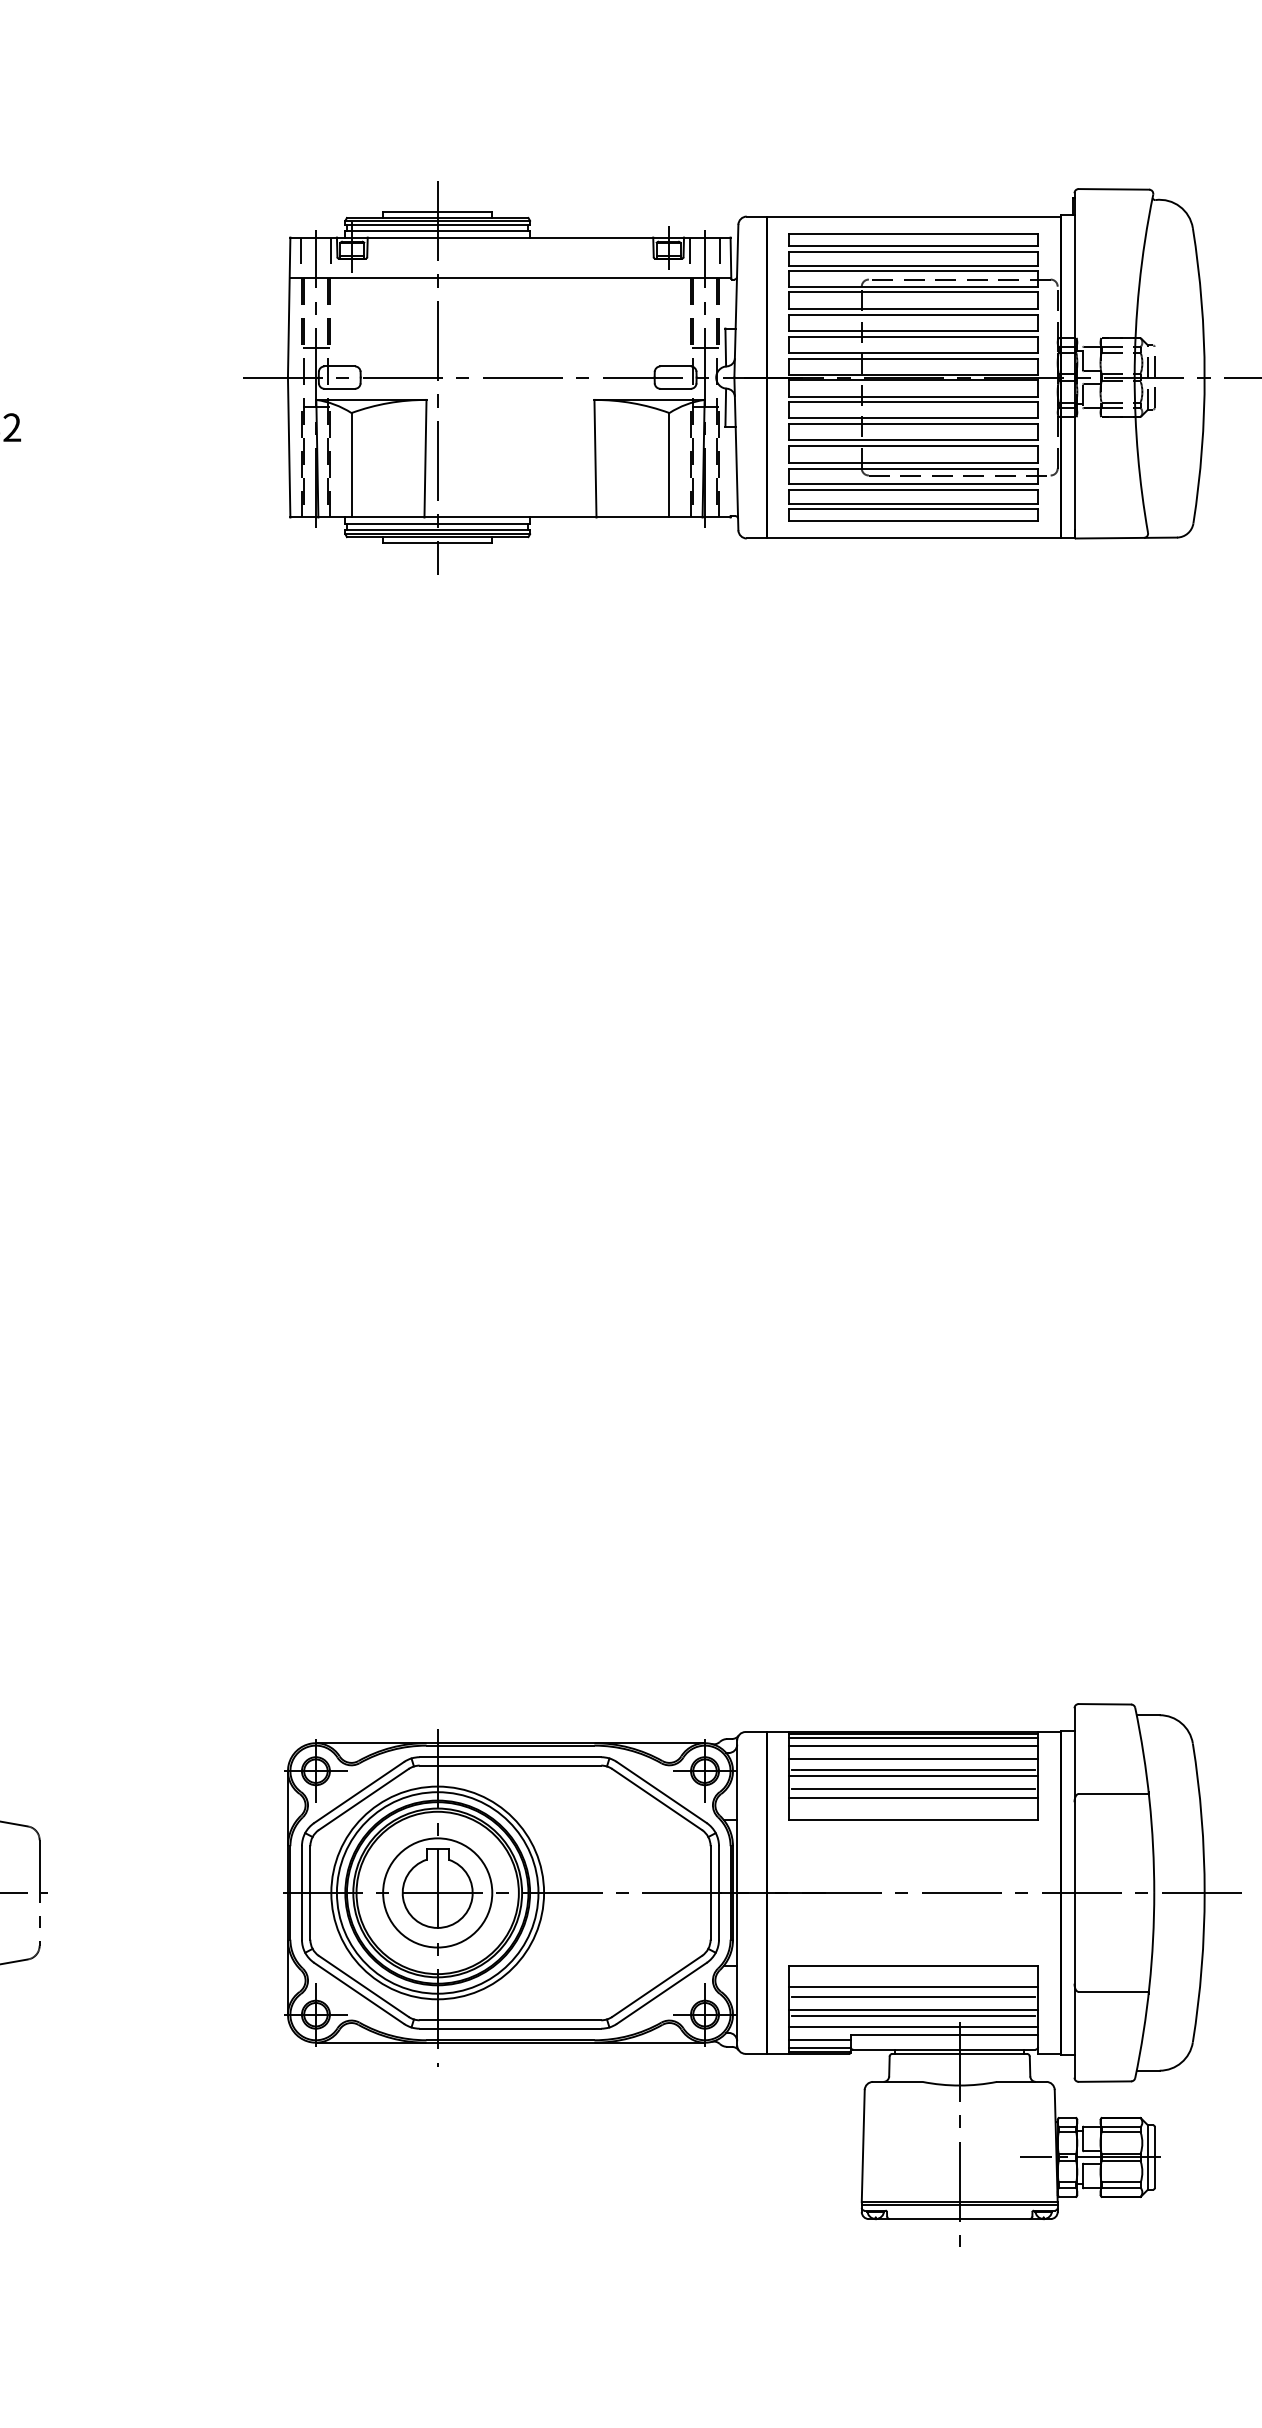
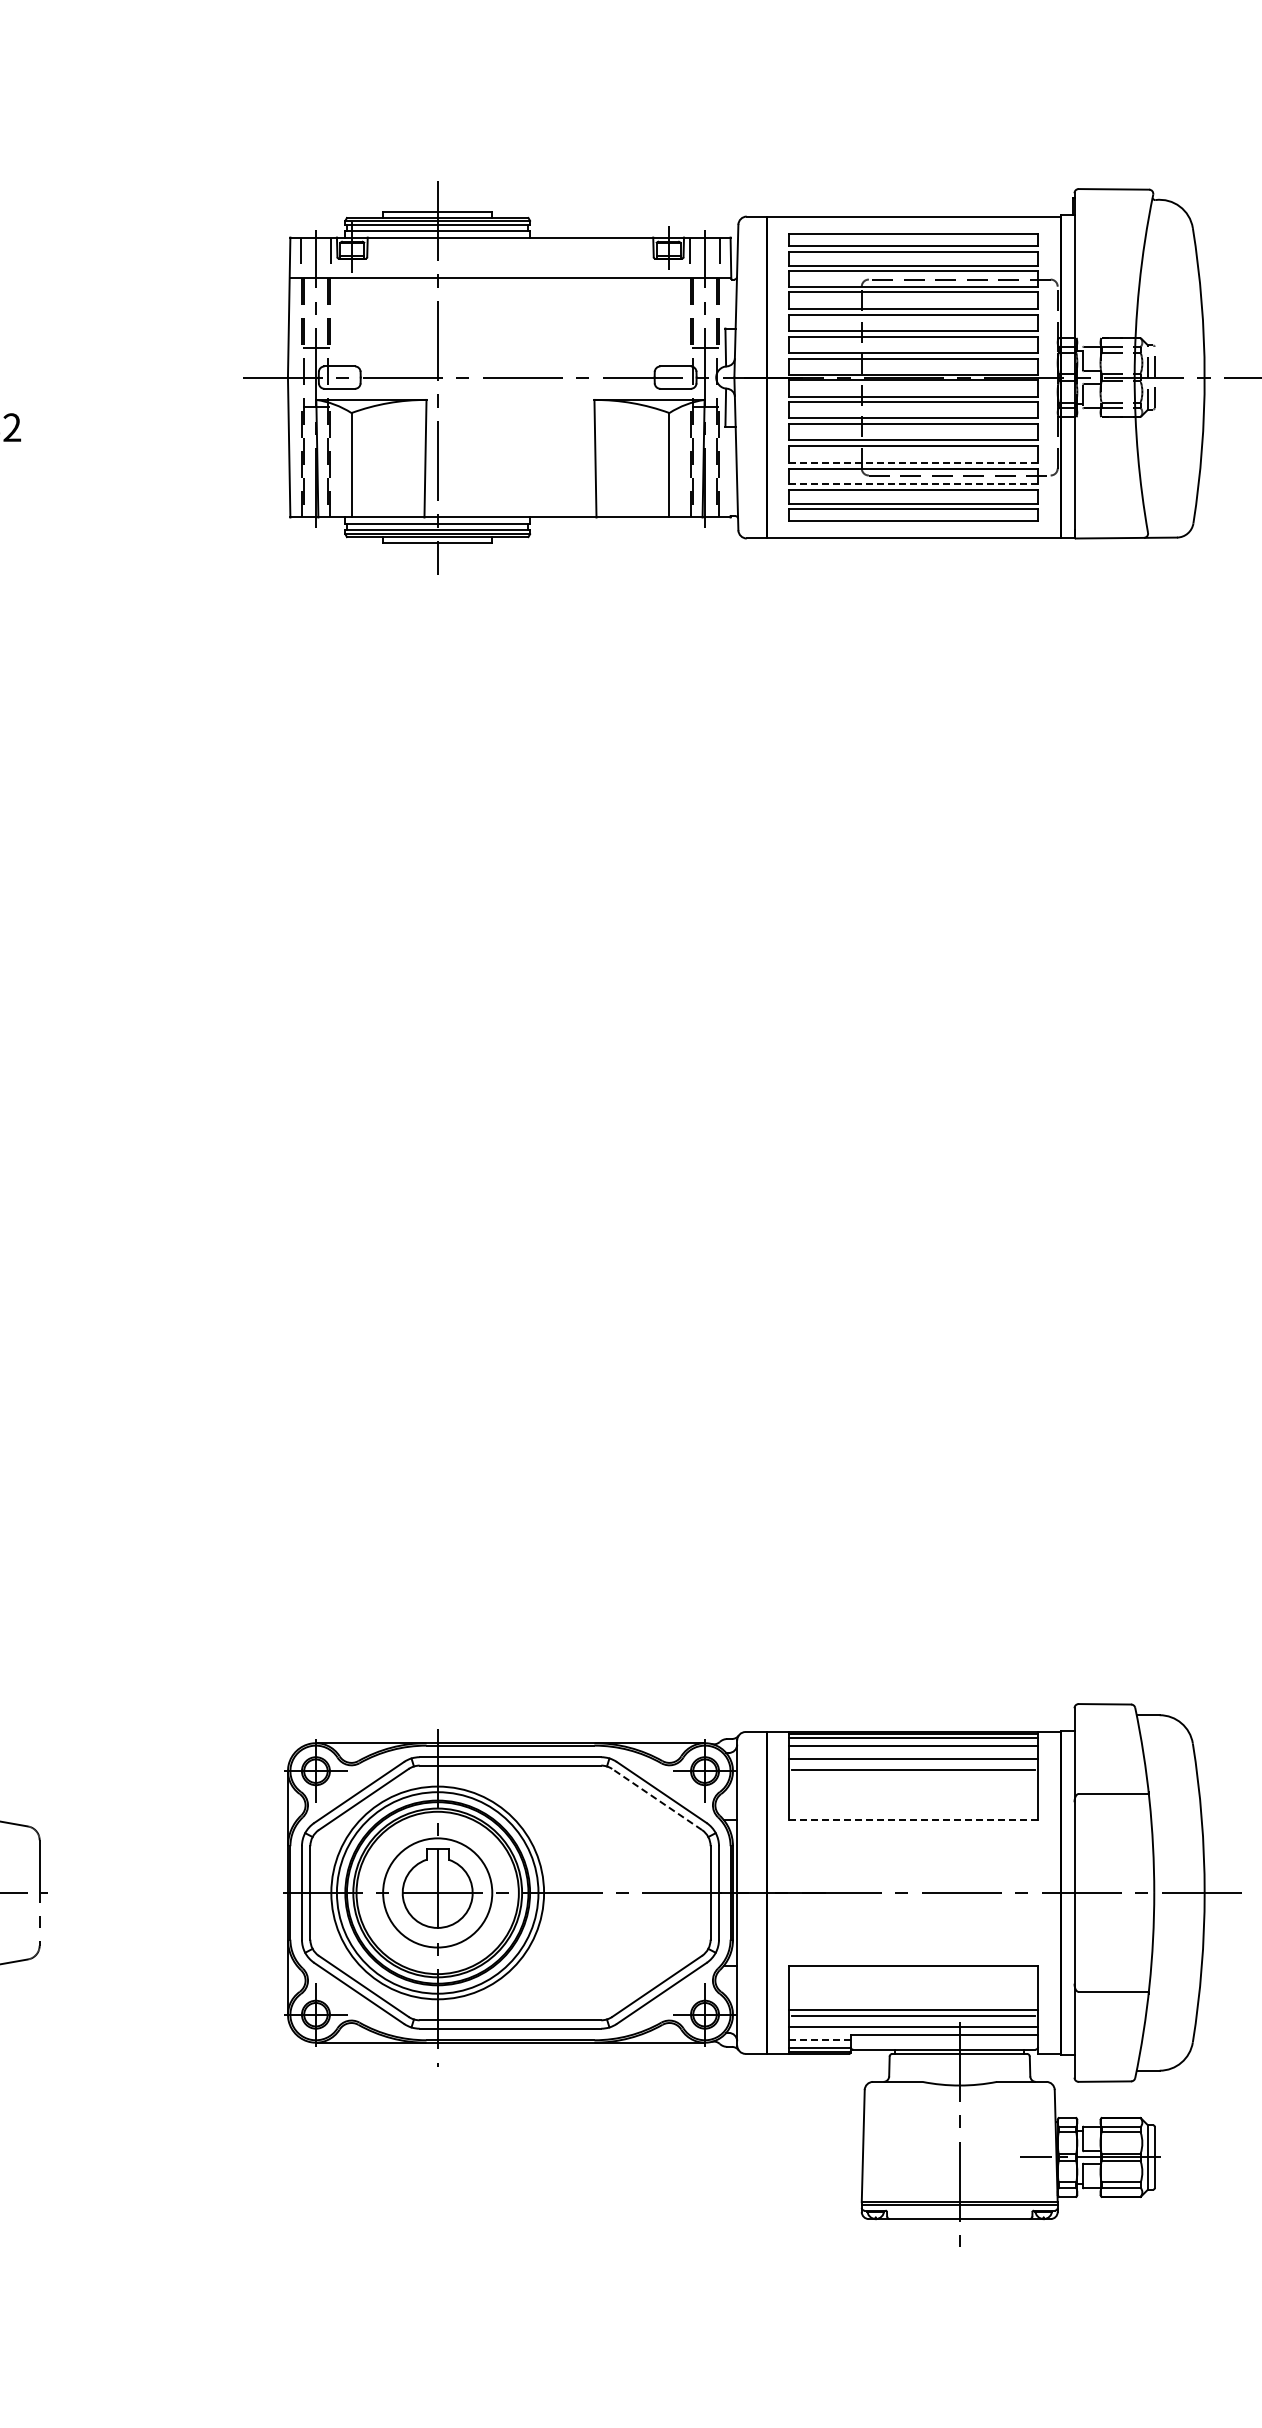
line at (913, 462): solid -> dashed
line at (913, 483): solid -> dashed
line at (913, 1775): present -> none
line at (913, 1789): present -> none
line at (913, 1798): present -> none
line at (656, 1799): solid -> dashed
line at (913, 1820): solid -> dashed
line at (913, 1987): present -> none
line at (913, 1996): present -> none
line at (819, 2039): solid -> dashed
